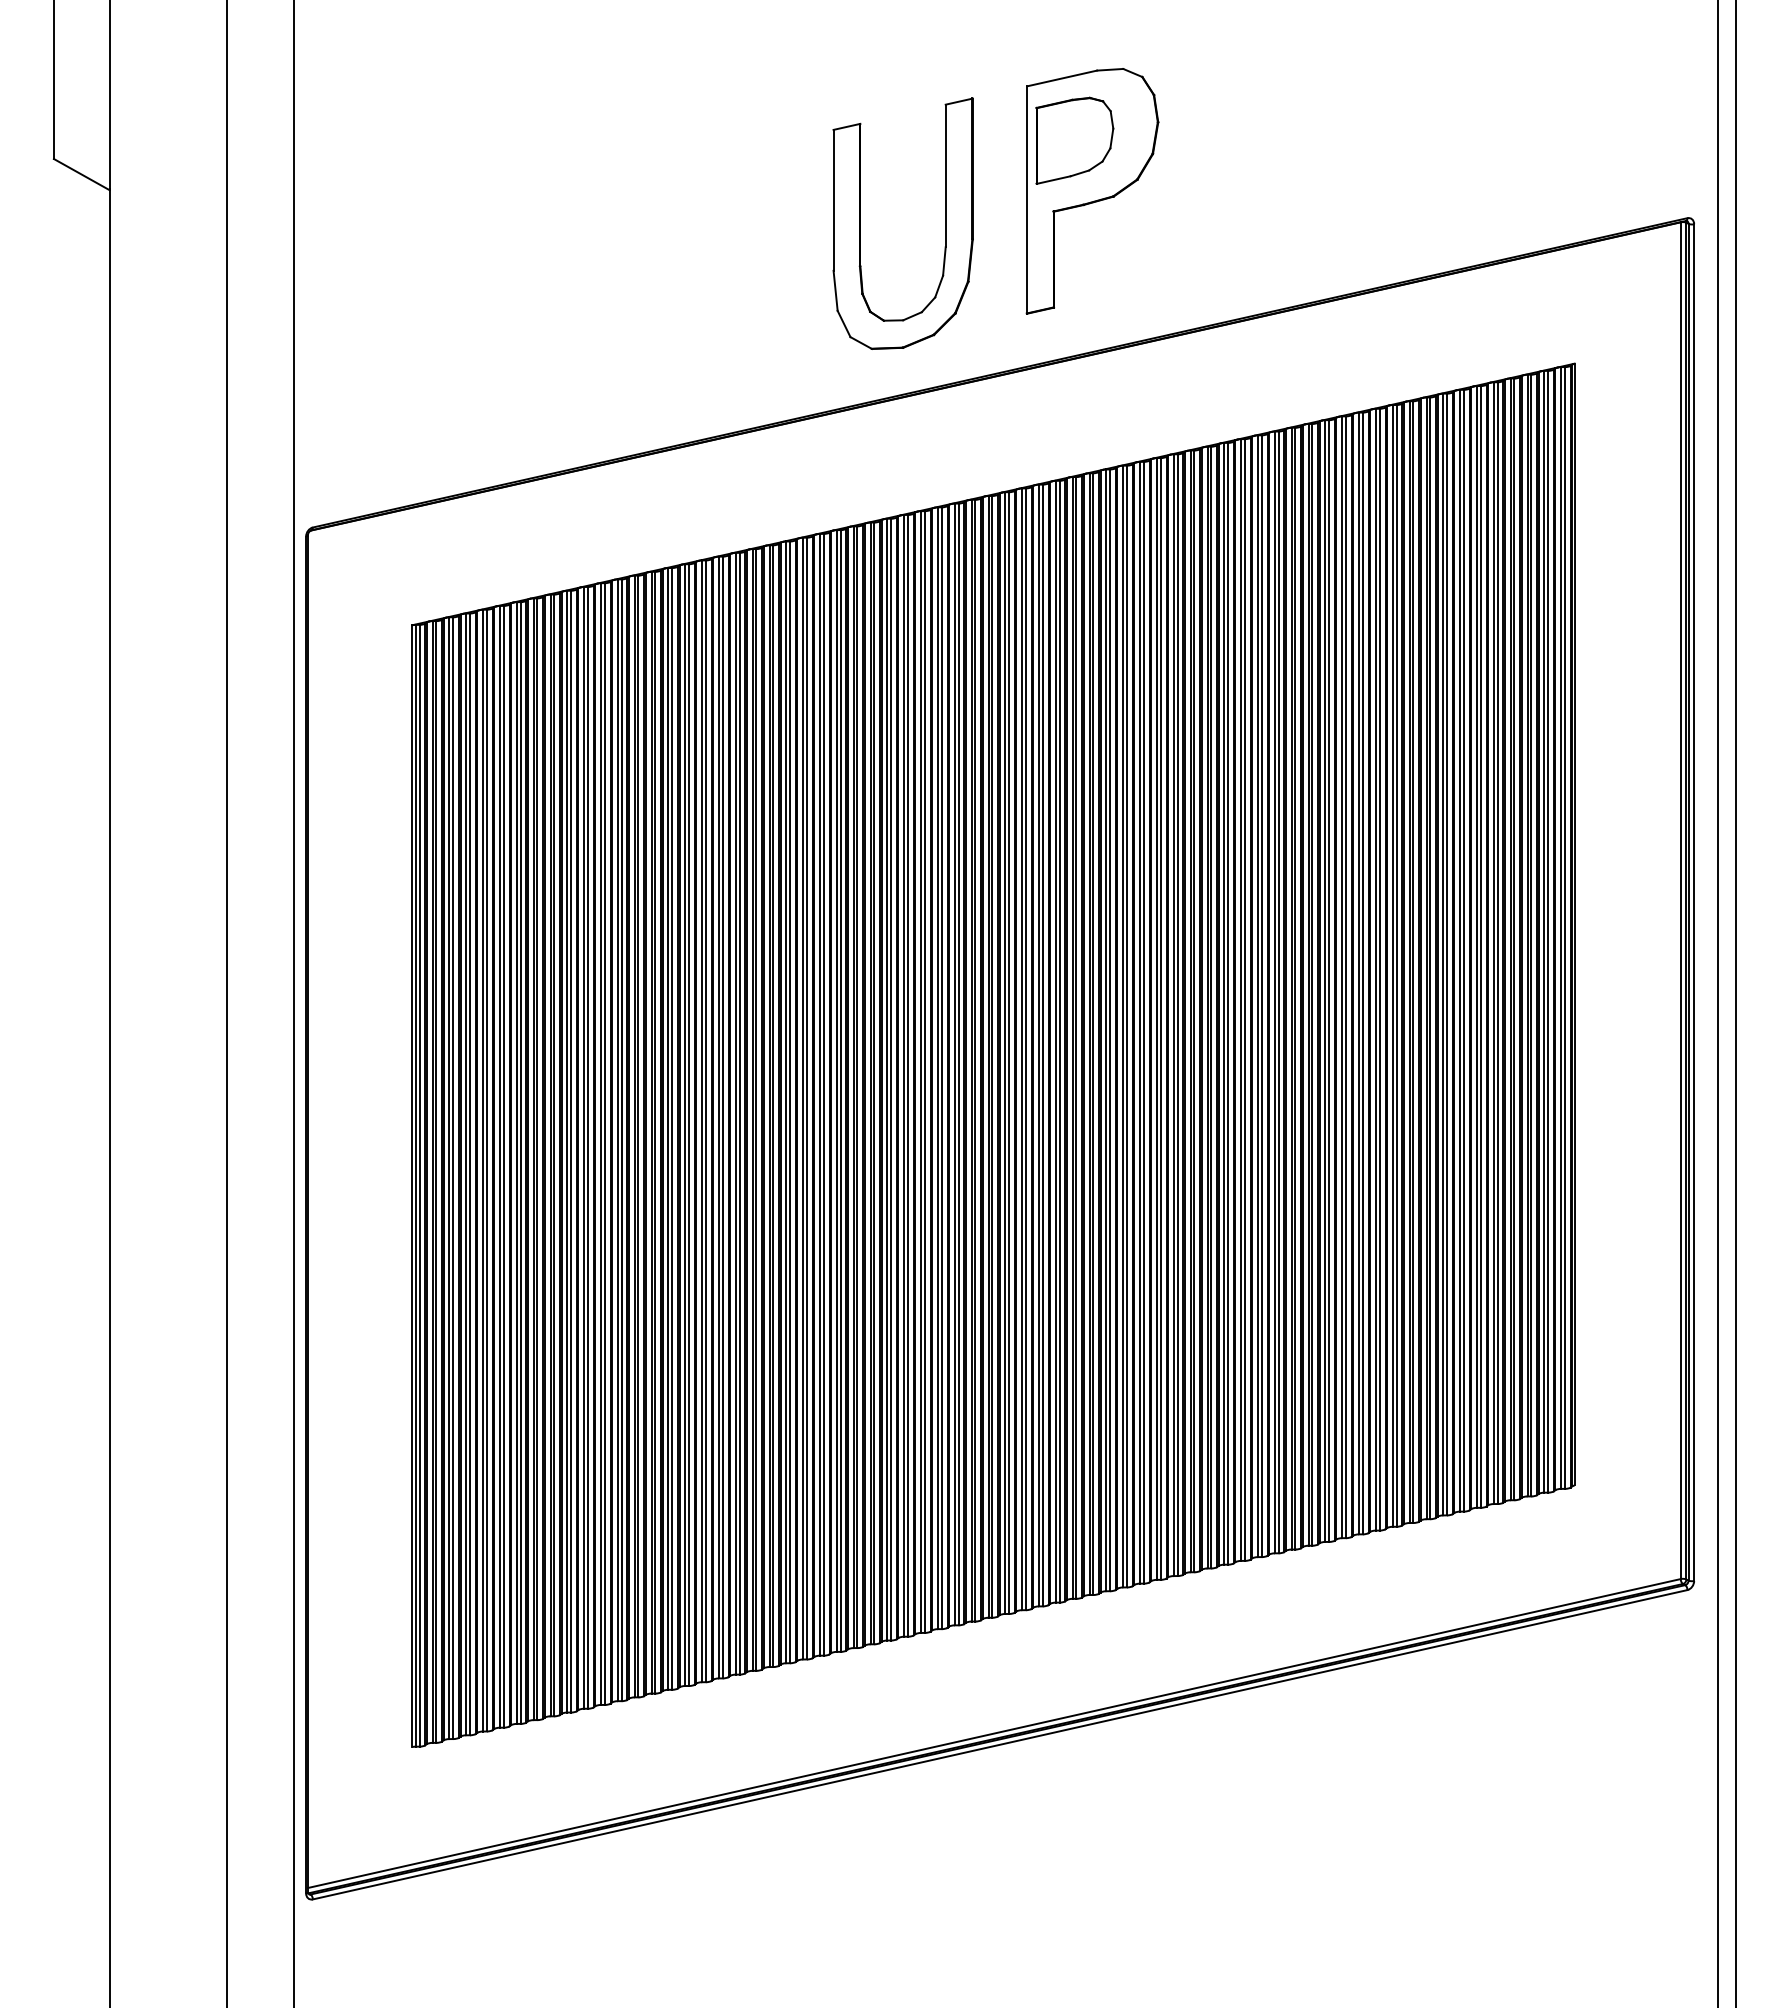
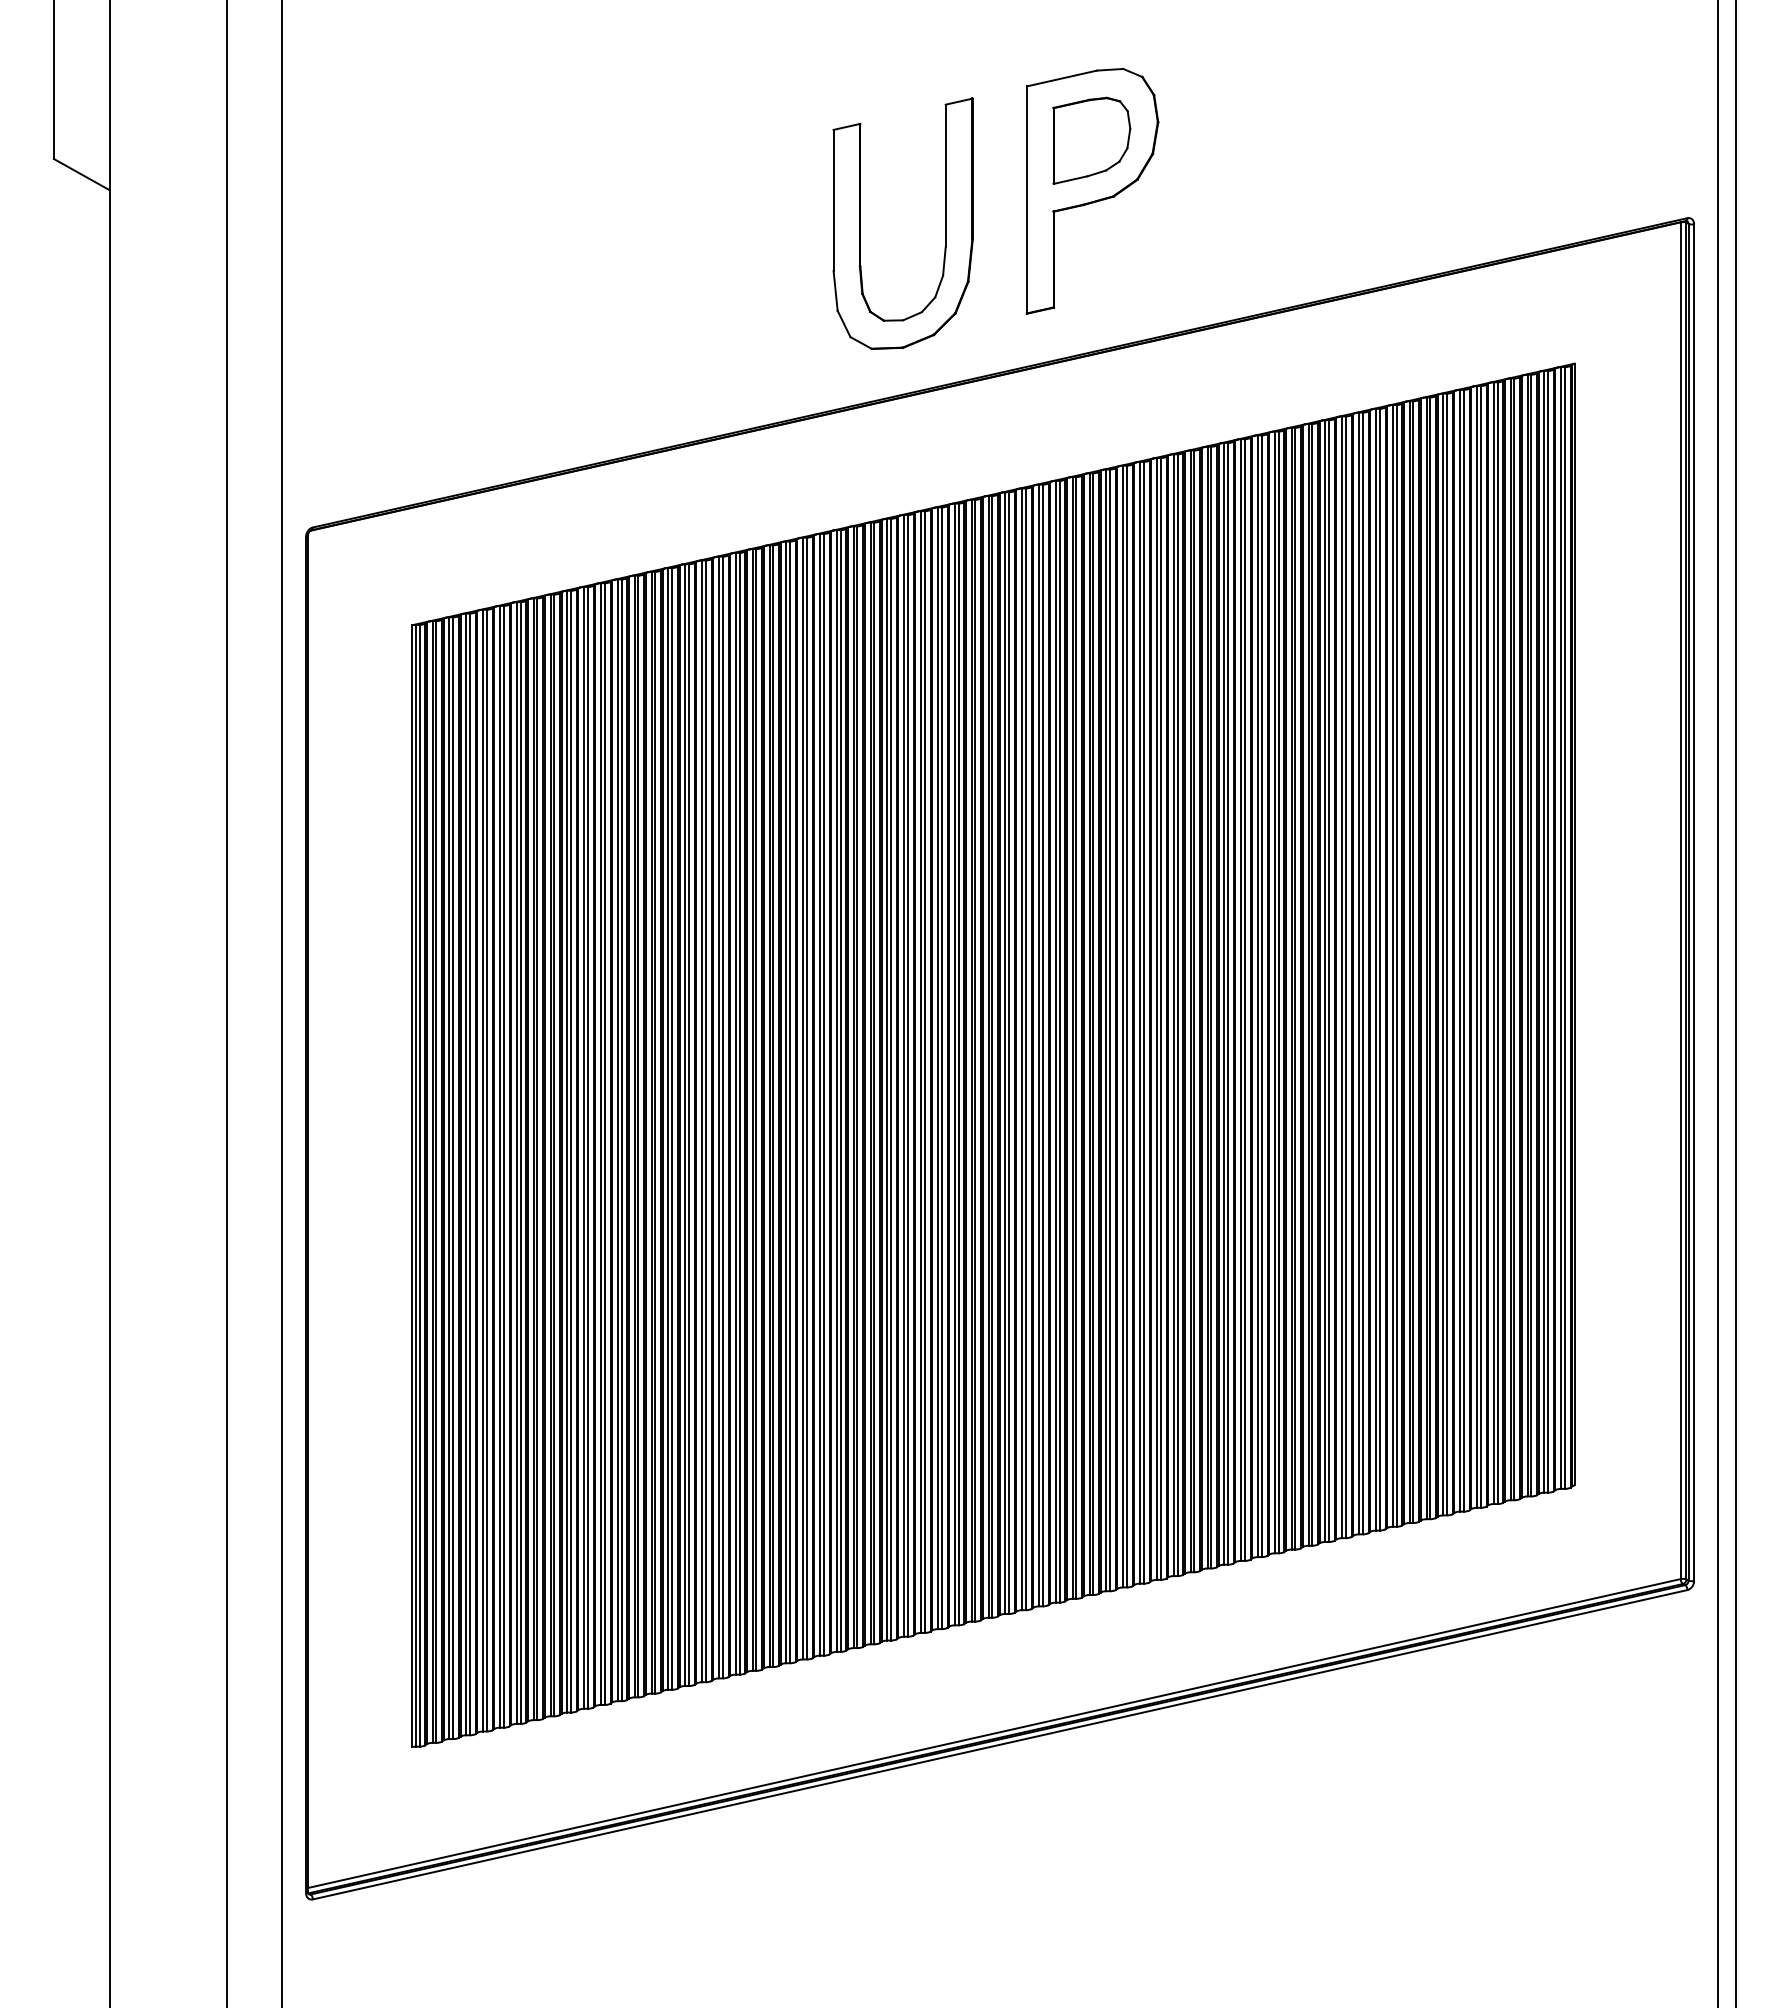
part at (1074, 140) position: (1074, 140) -> (1091, 140)
line at (294, 1003) position: (294, 1003) -> (282, 1003)
